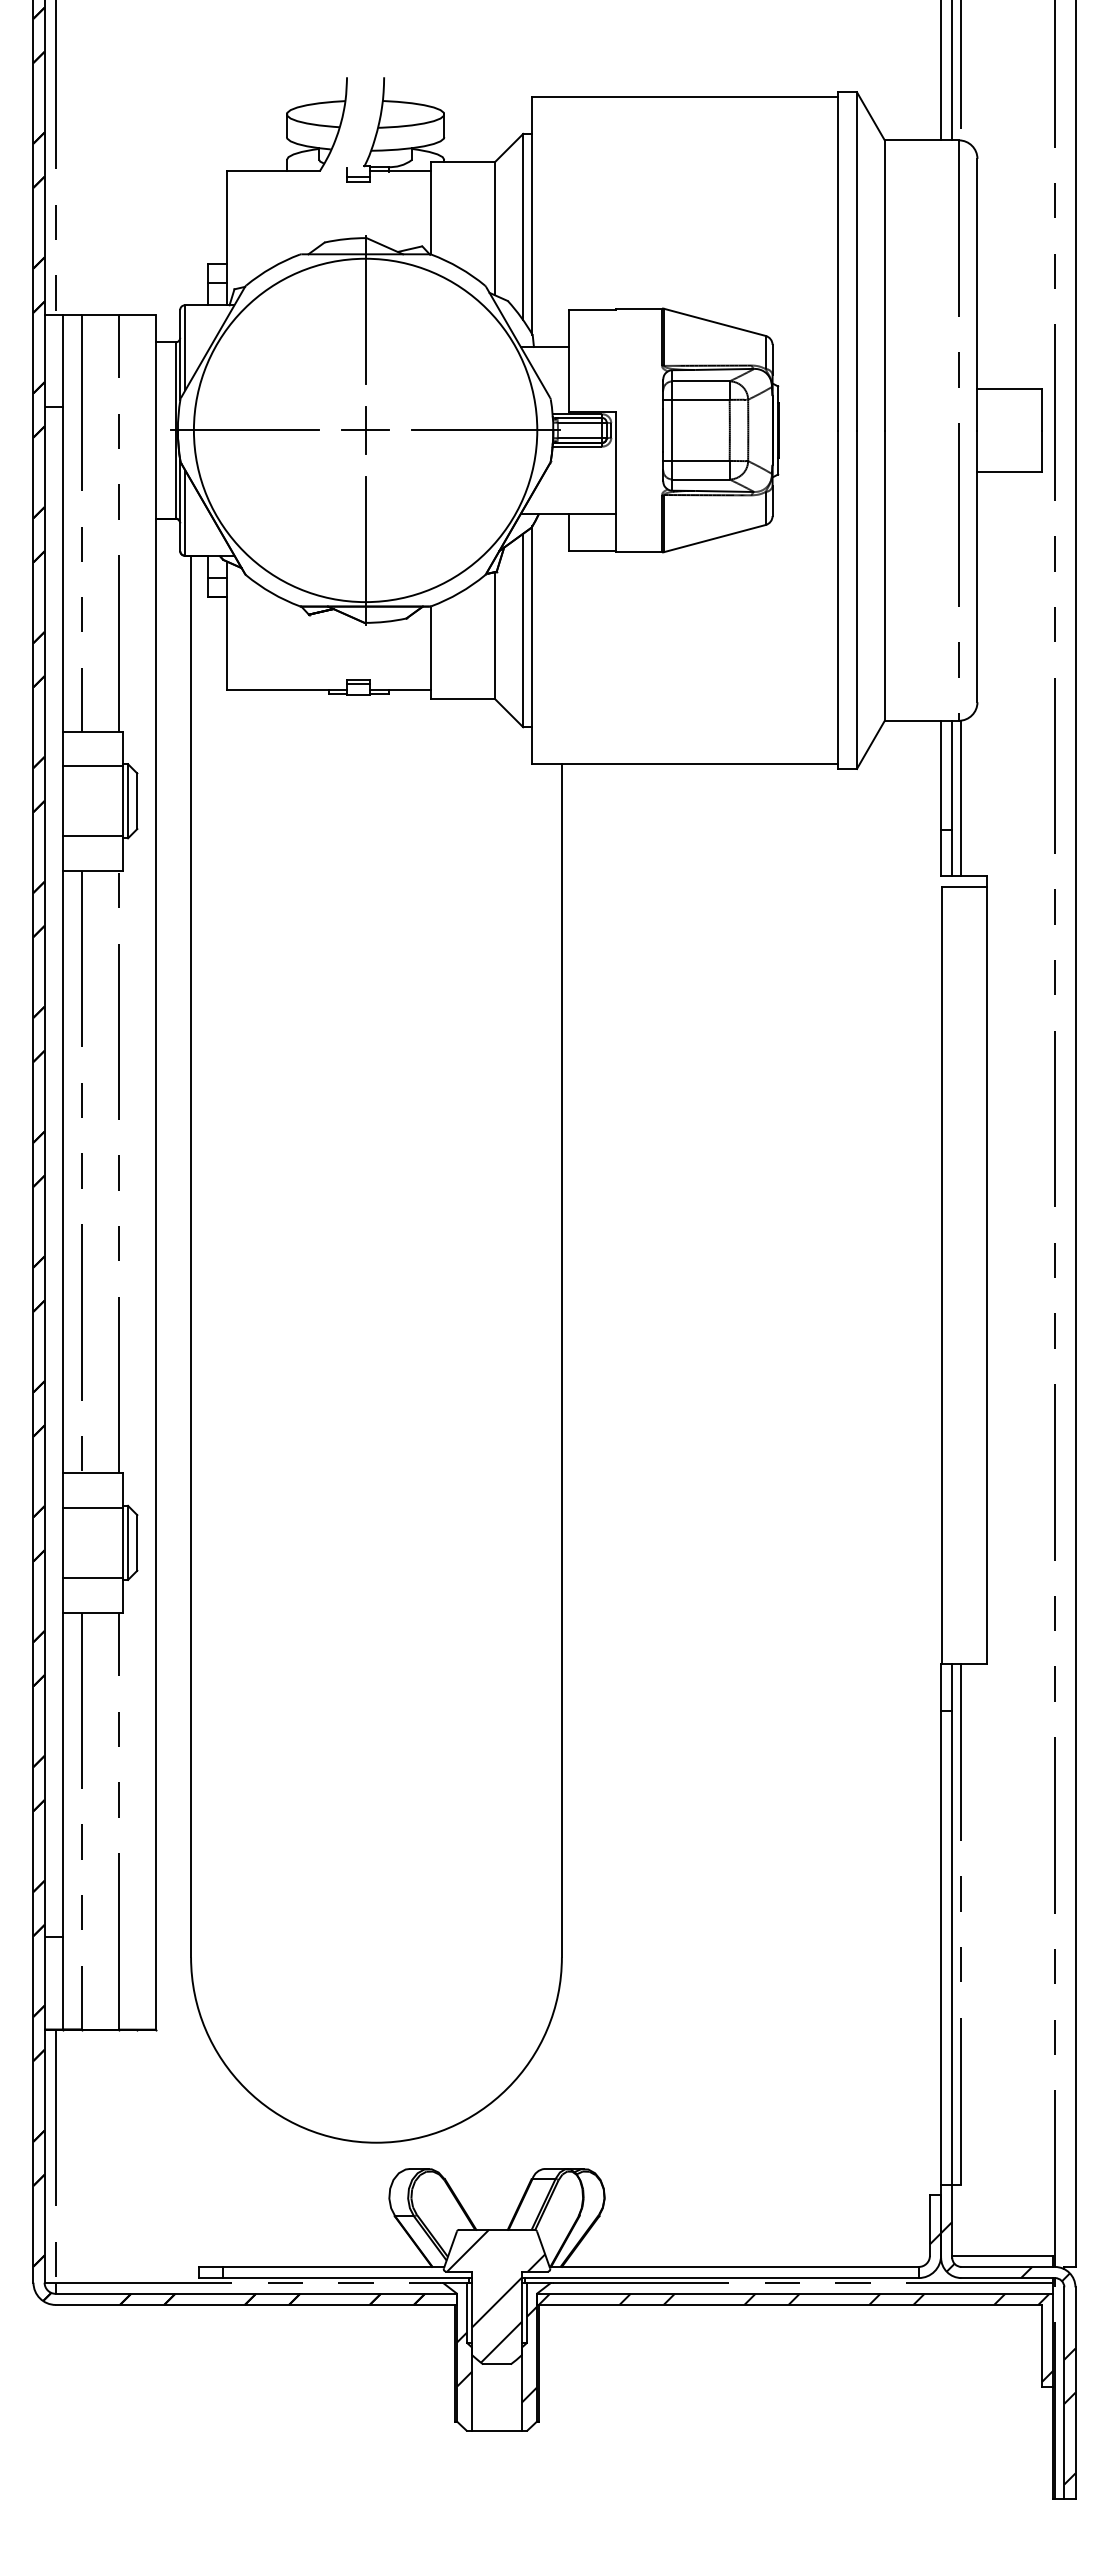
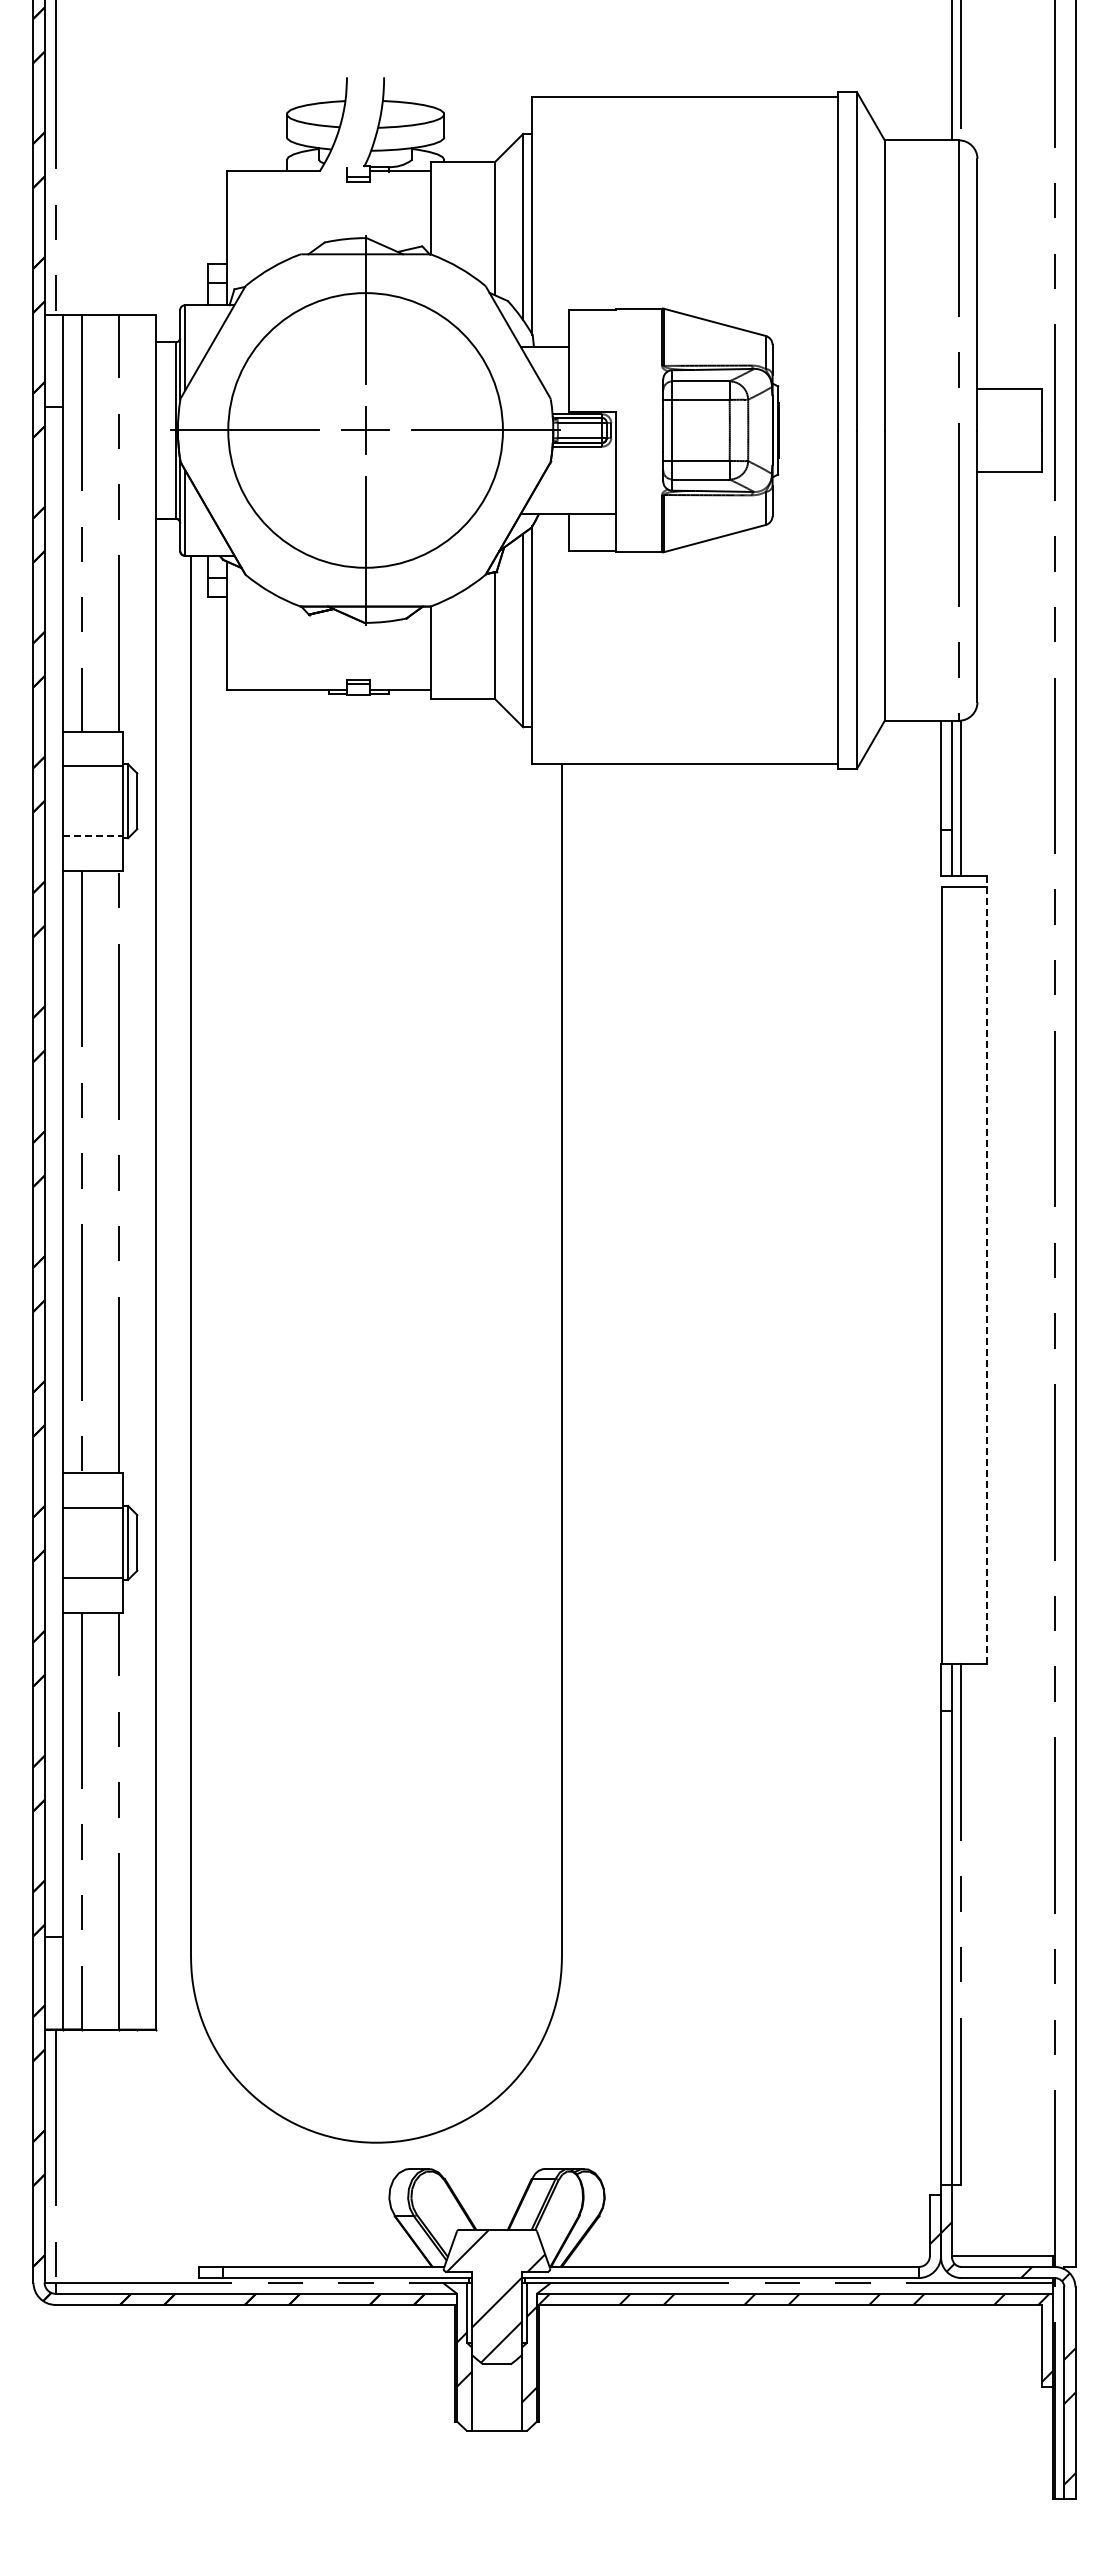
line at (941, 71): present -> none
circle at (365, 430) diameter: 343 px -> 275 px
line at (93, 836): solid -> dashed
line at (987, 1270): solid -> dashed
